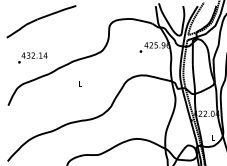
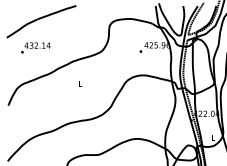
text at (32, 57) position: (32, 57) -> (35, 47)
